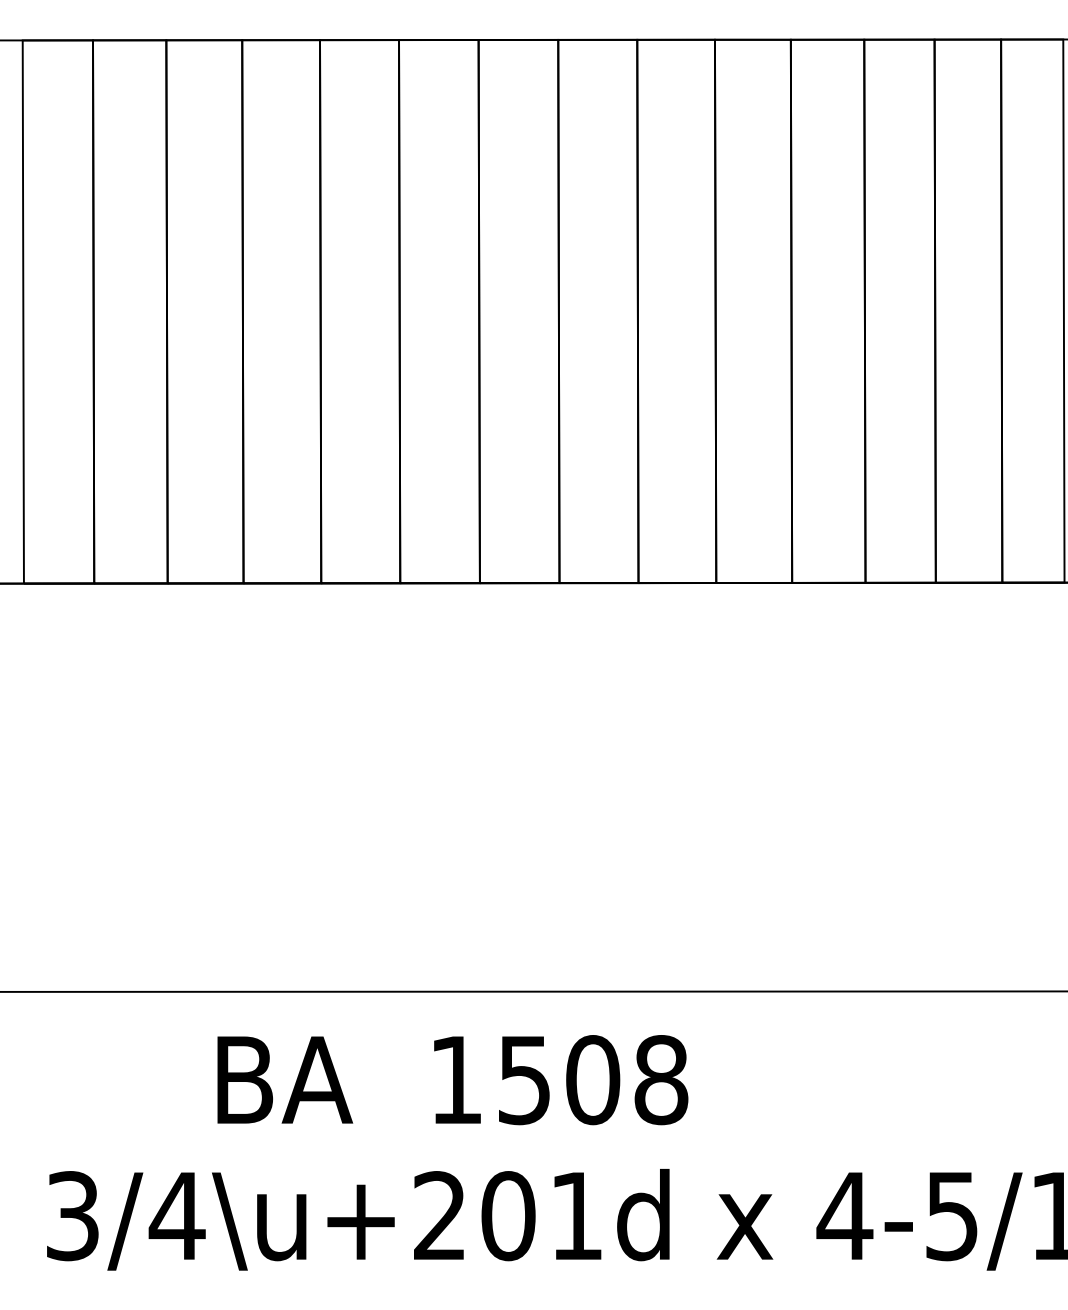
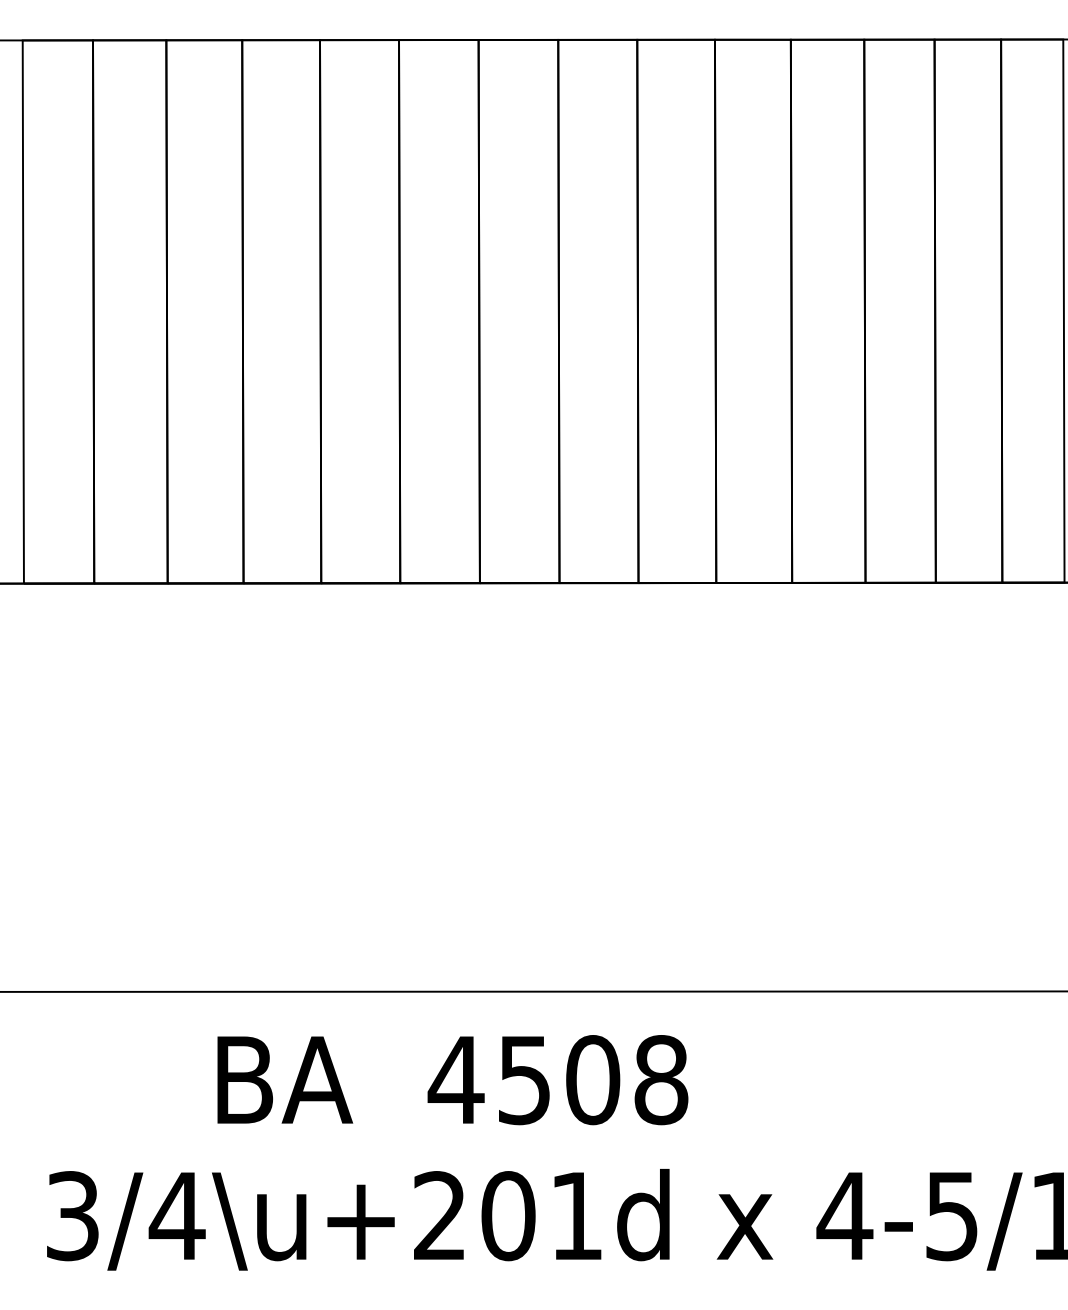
text at (455, 1079): 1508 -> 4508
